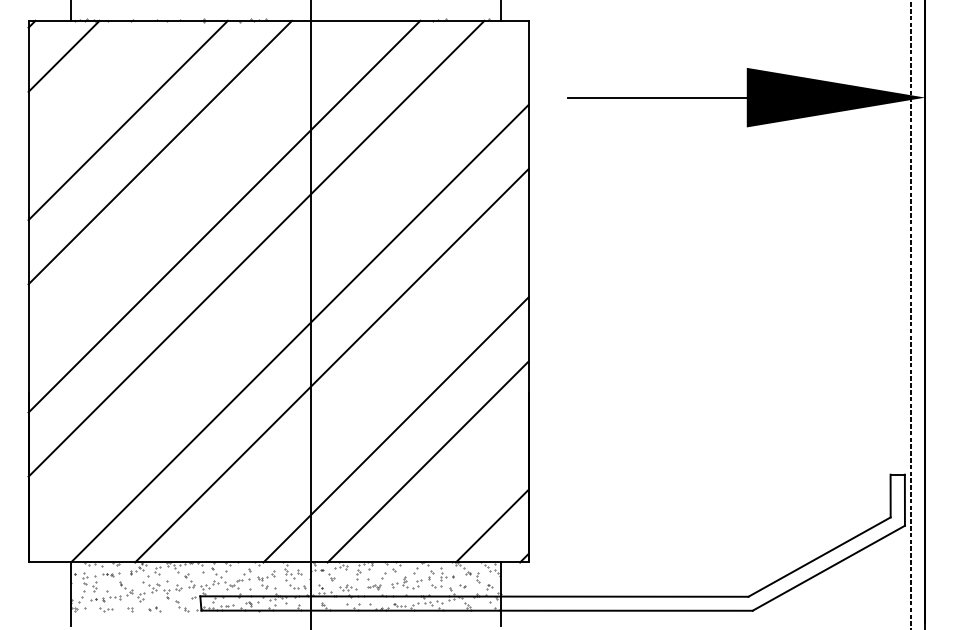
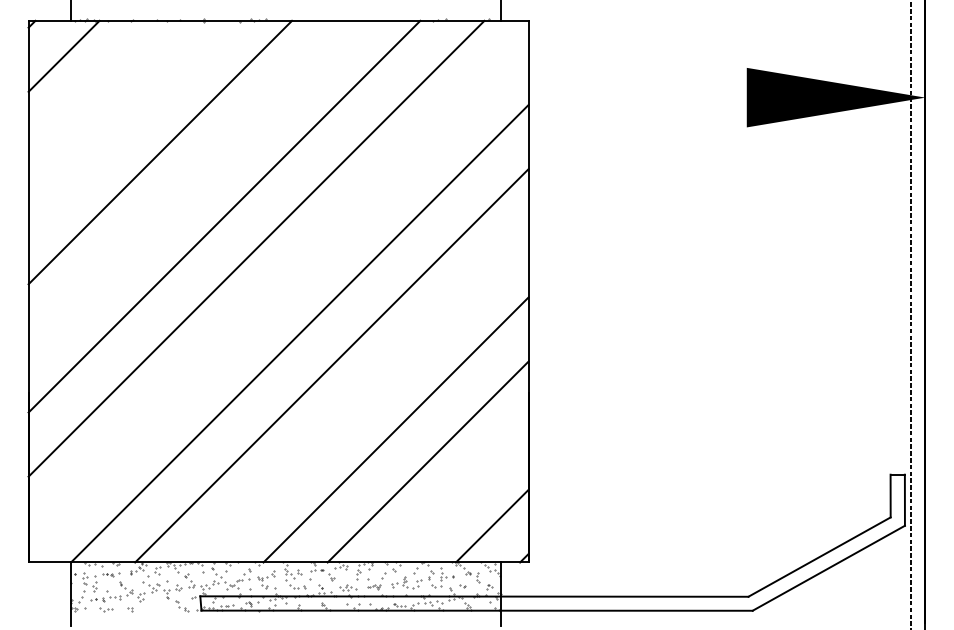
line at (657, 97): present -> none
line at (127, 120): present -> none
line at (311, 314): present -> none
part at (154, 609): present -> none
